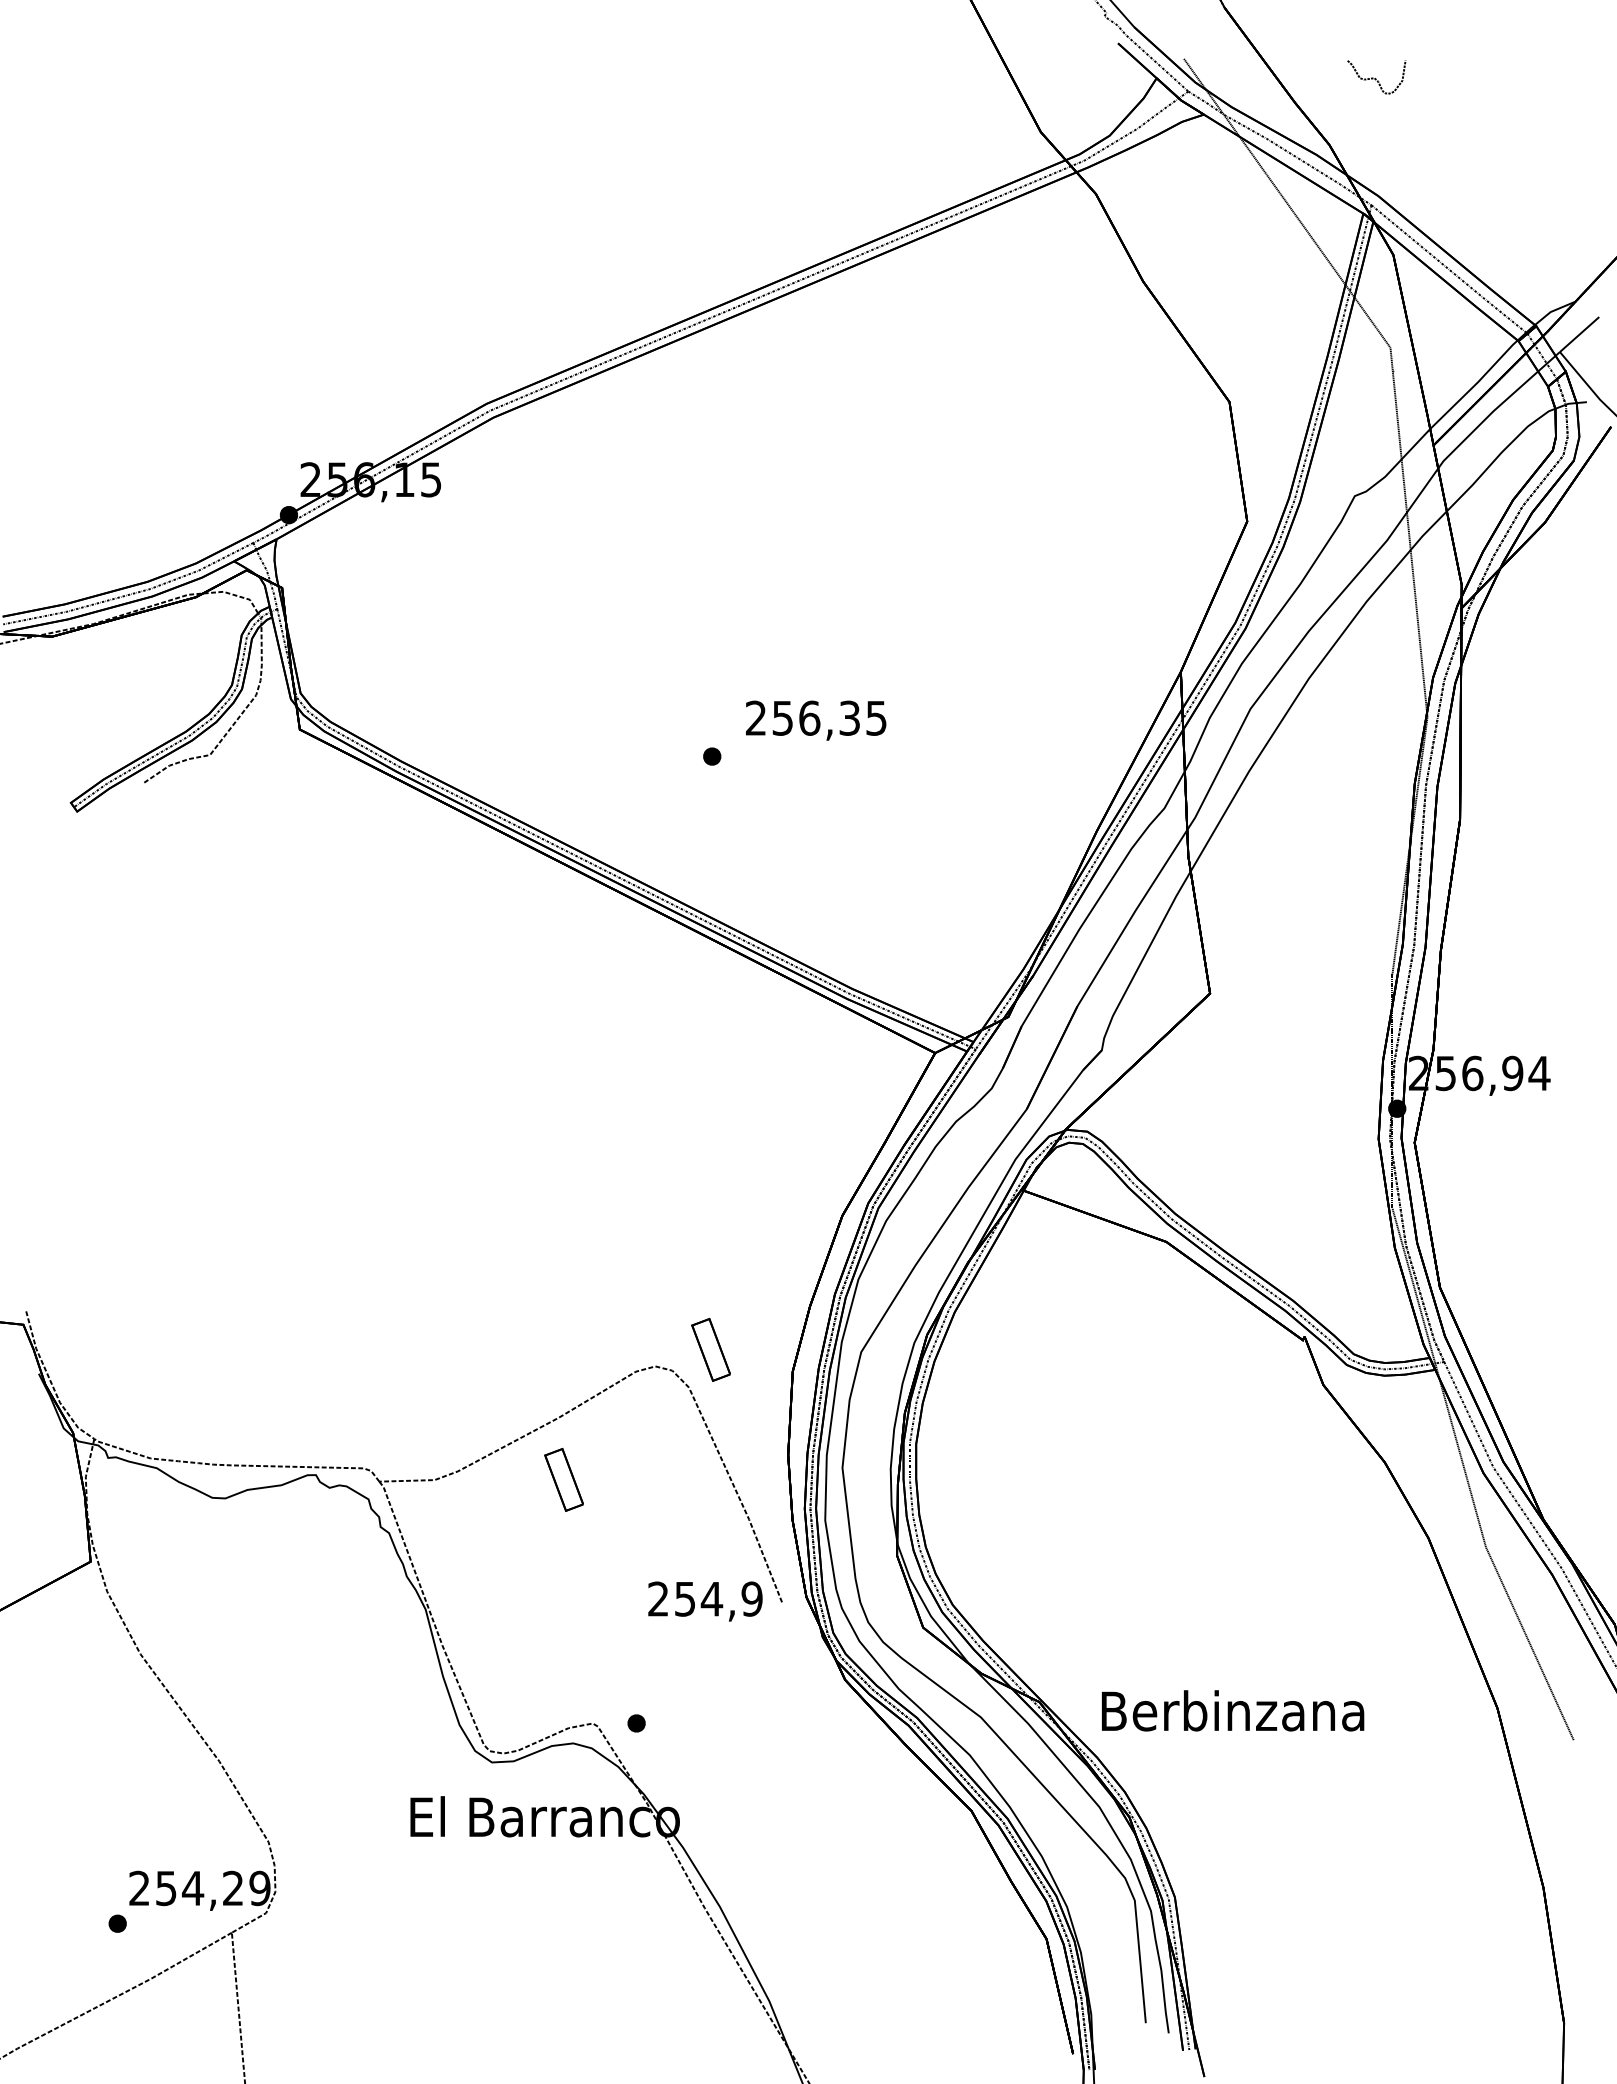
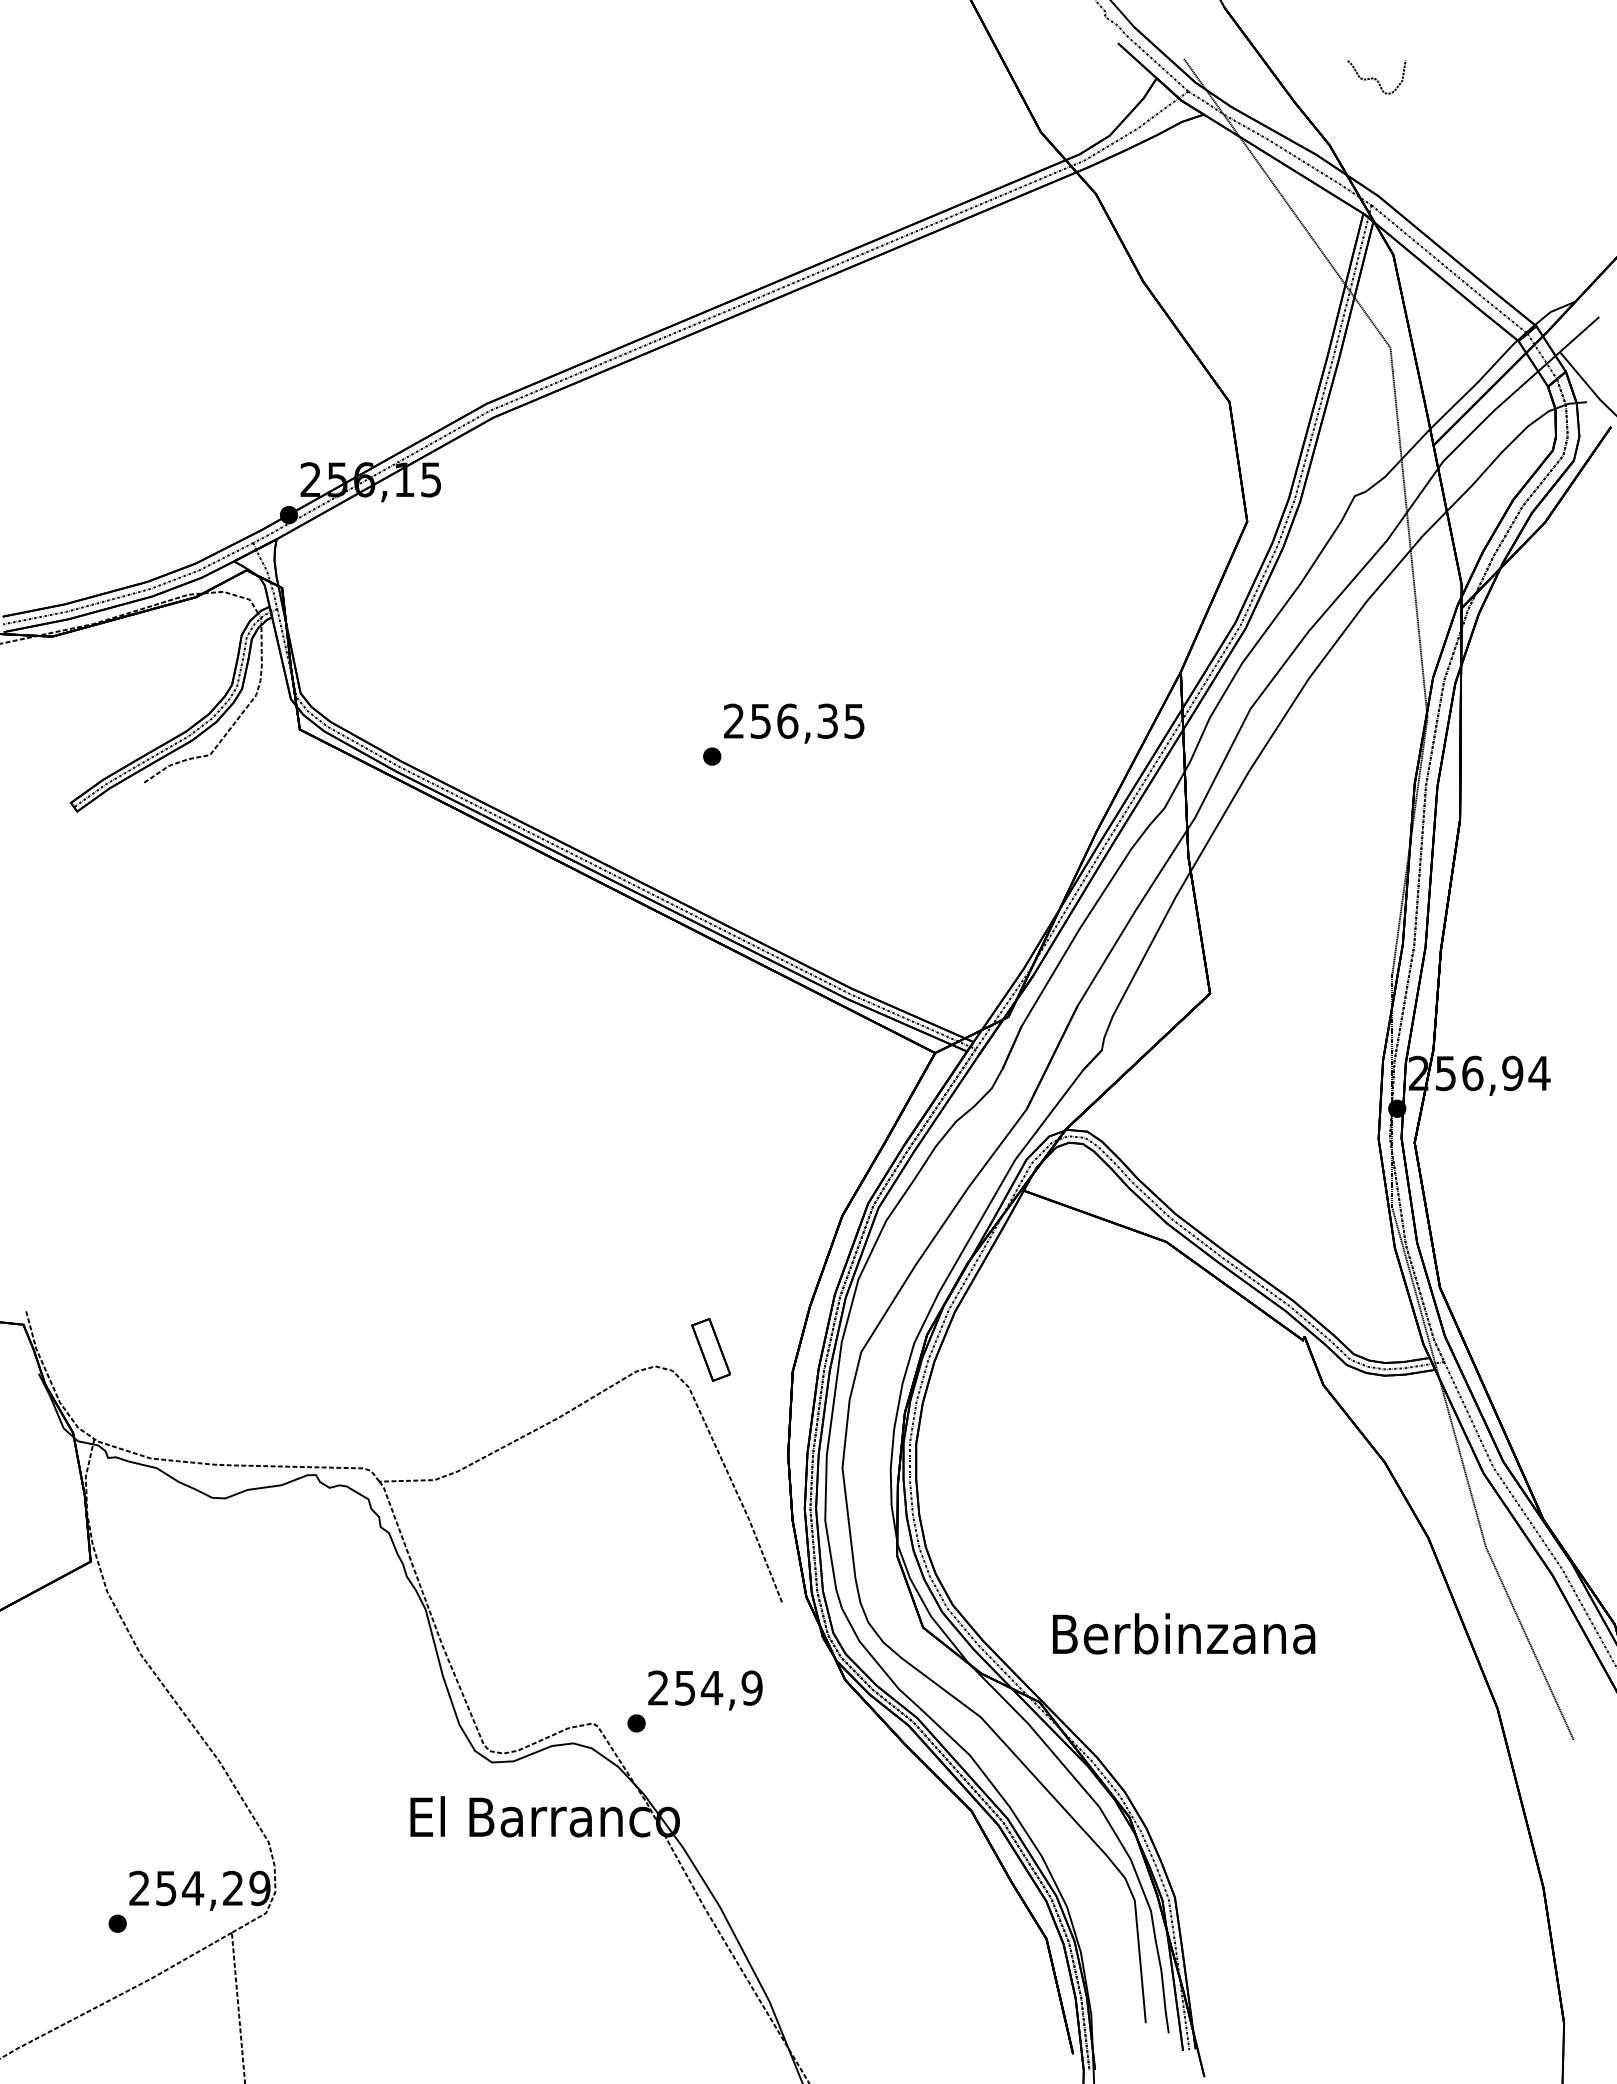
text at (816, 720) position: (816, 720) -> (794, 723)
part at (563, 1479): present -> none
text at (705, 1601) position: (705, 1601) -> (705, 1690)
text at (1233, 1710) position: (1233, 1710) -> (1184, 1633)
